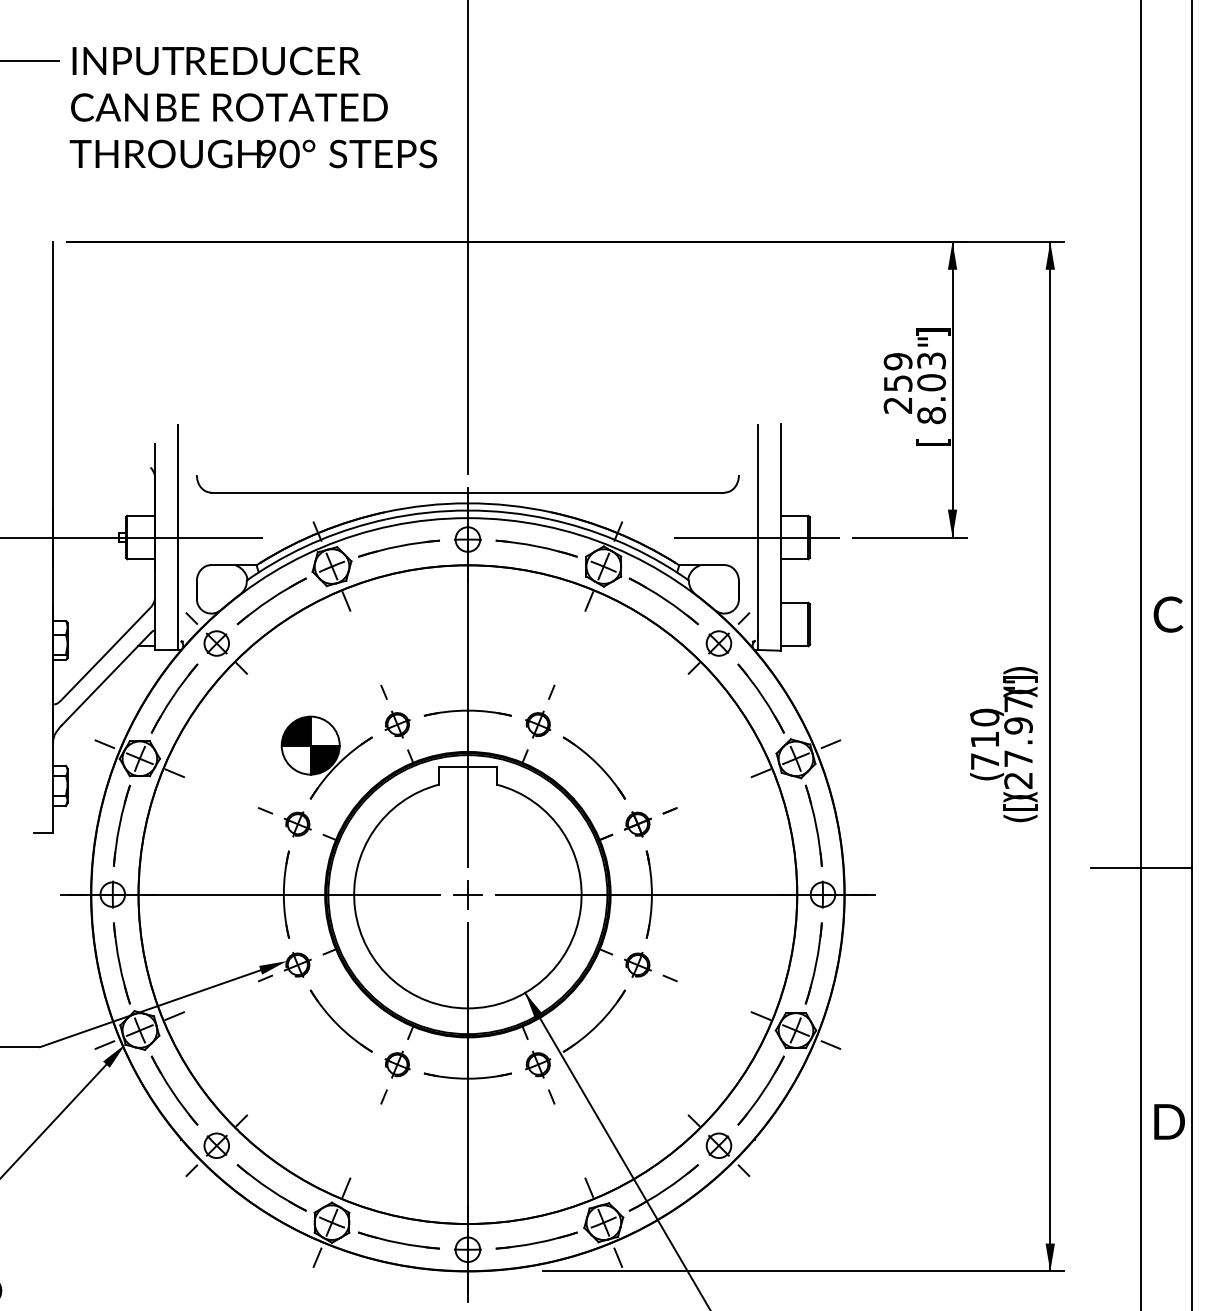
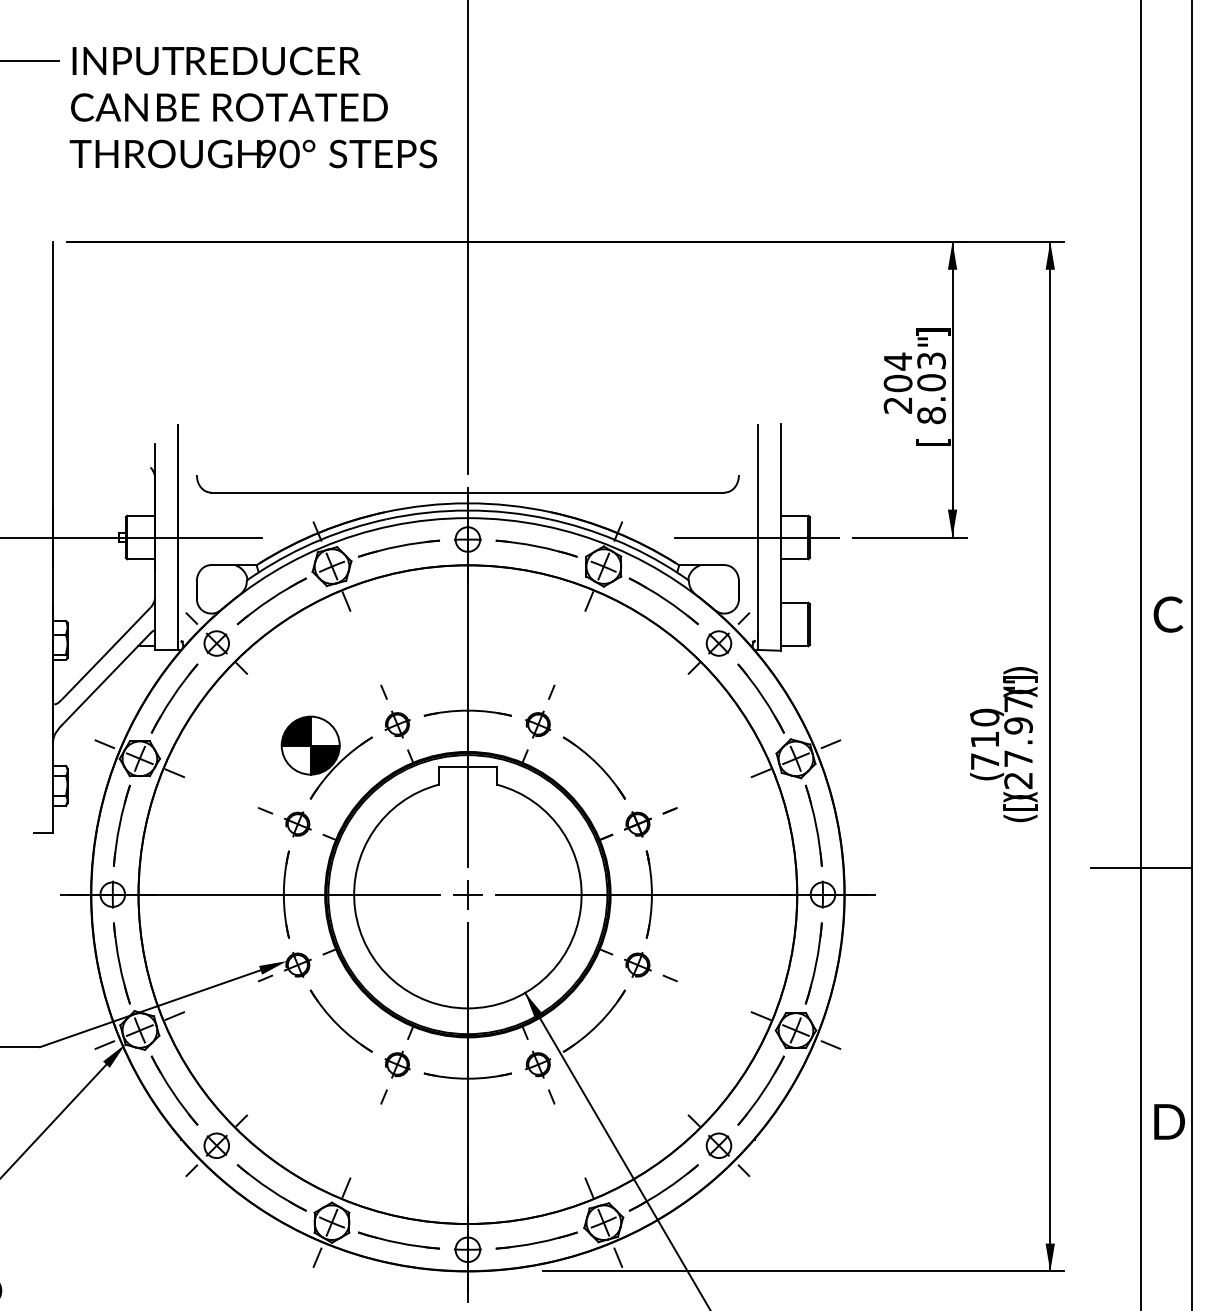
text at (897, 372): 259 -> 204
